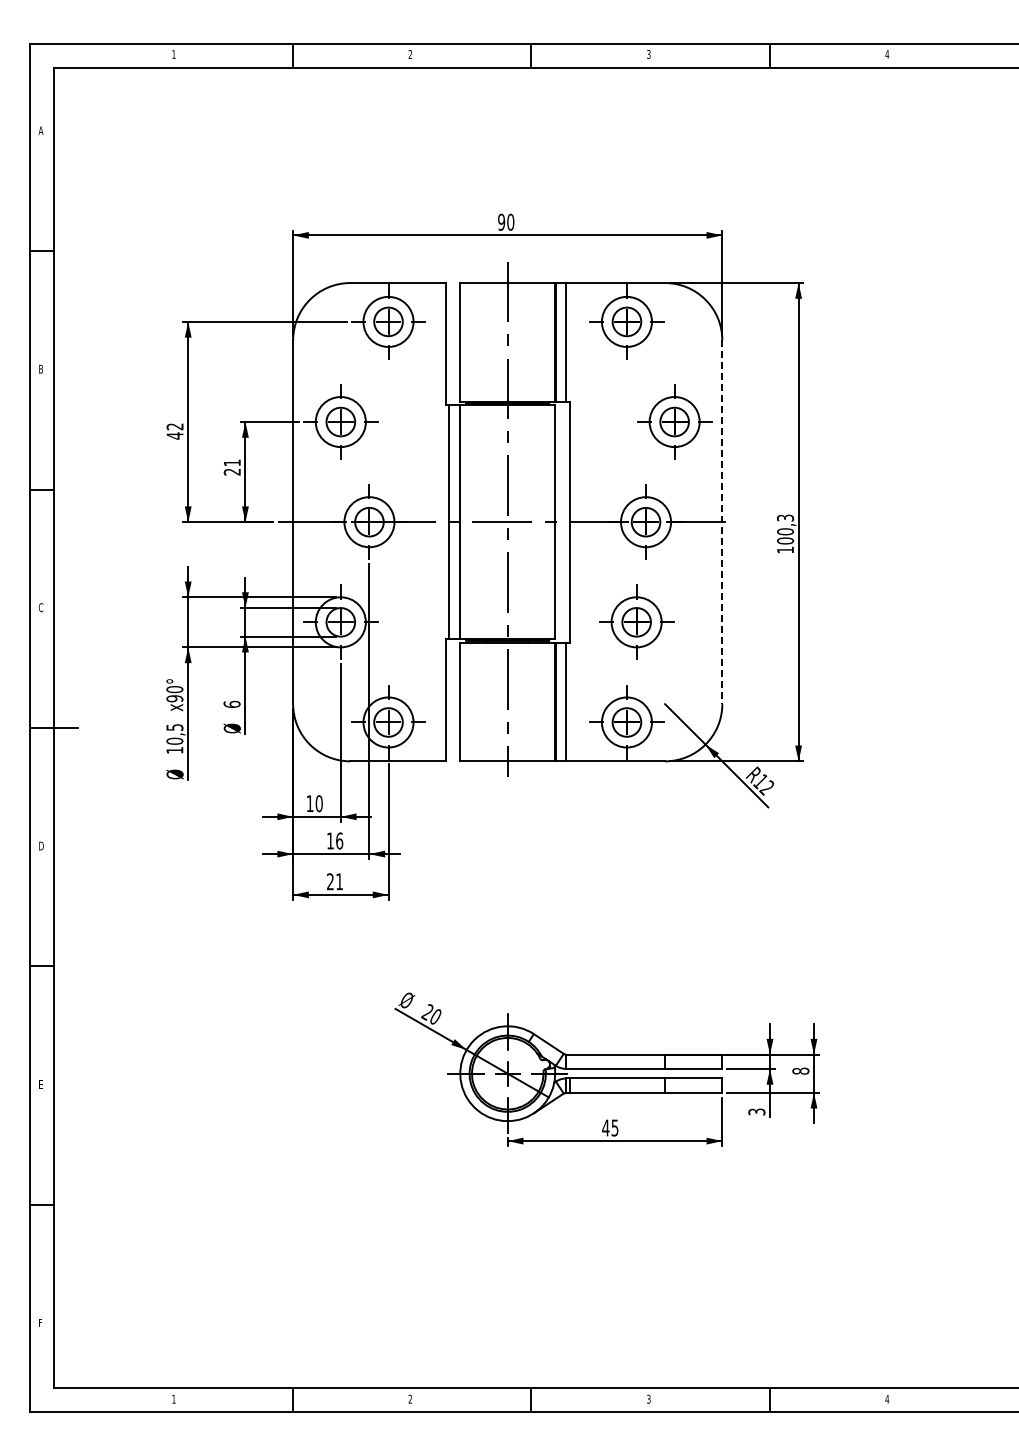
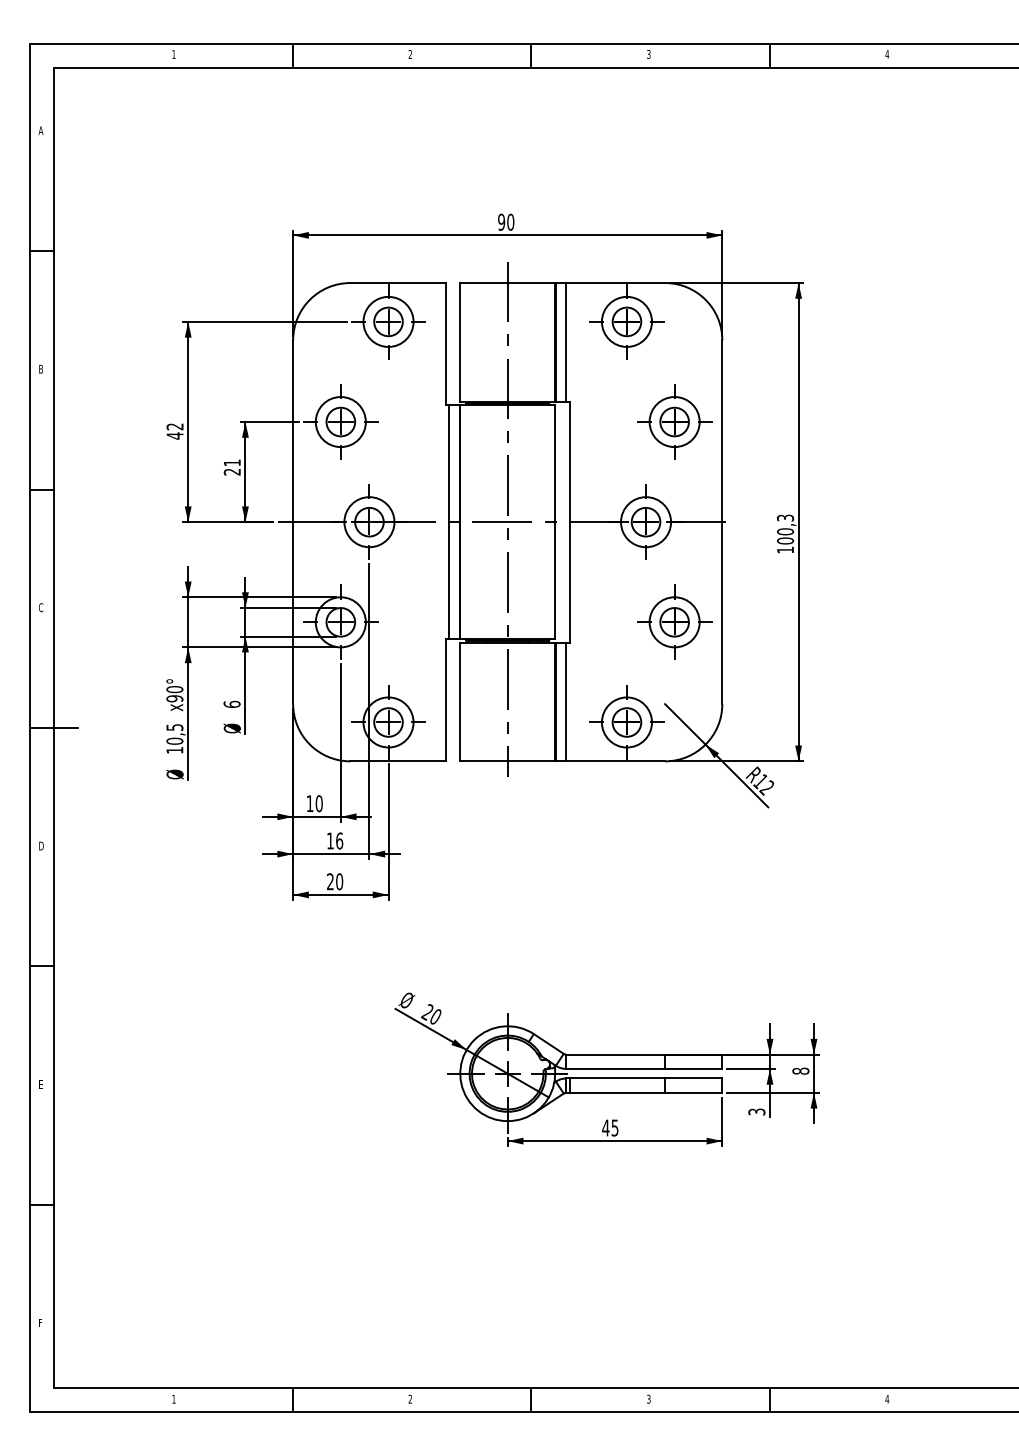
line at (722, 522): dashed -> solid
part at (636, 621) position: (636, 621) -> (674, 621)
text at (339, 881): 21 -> 20
